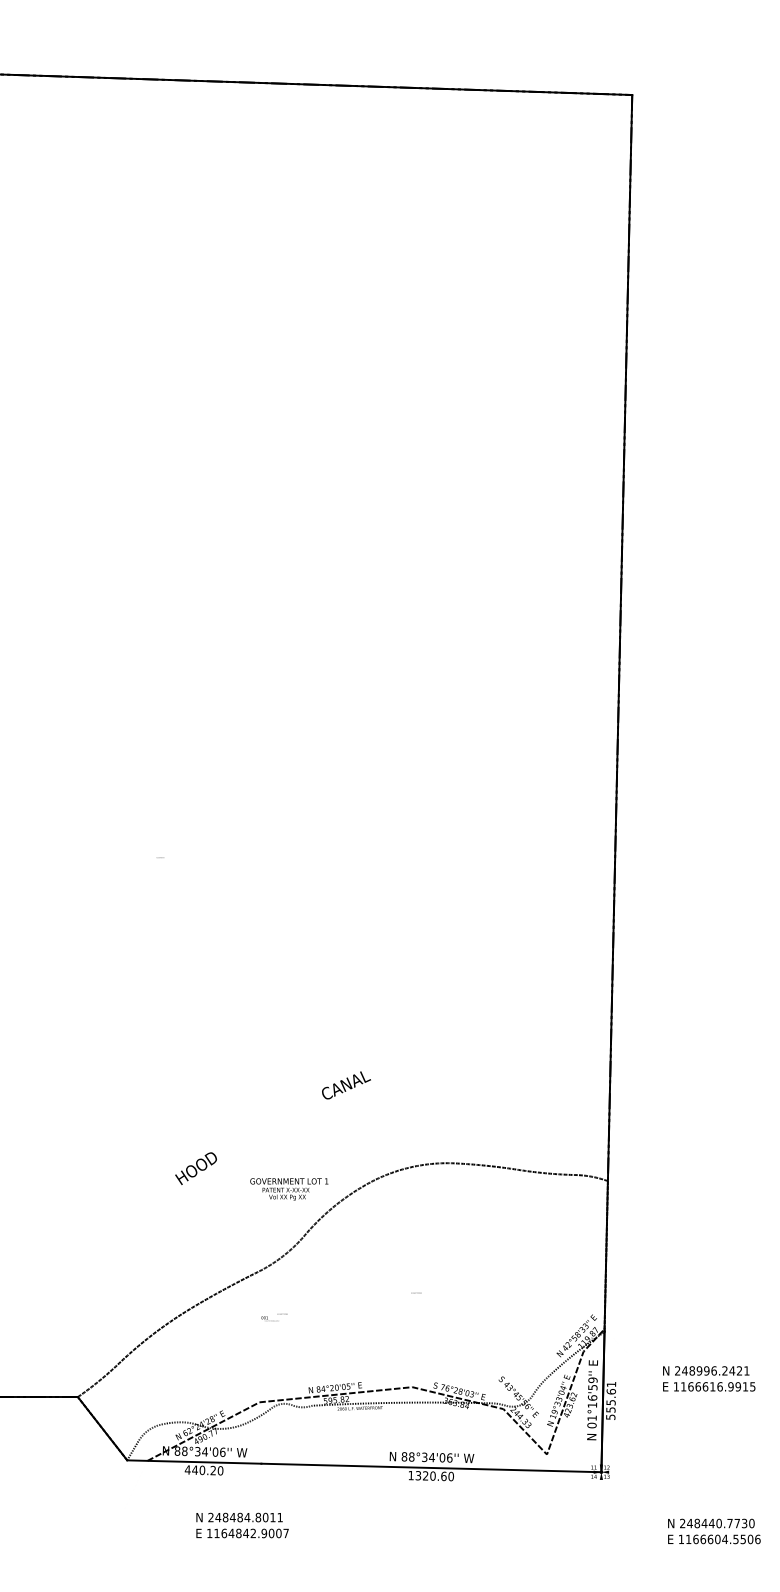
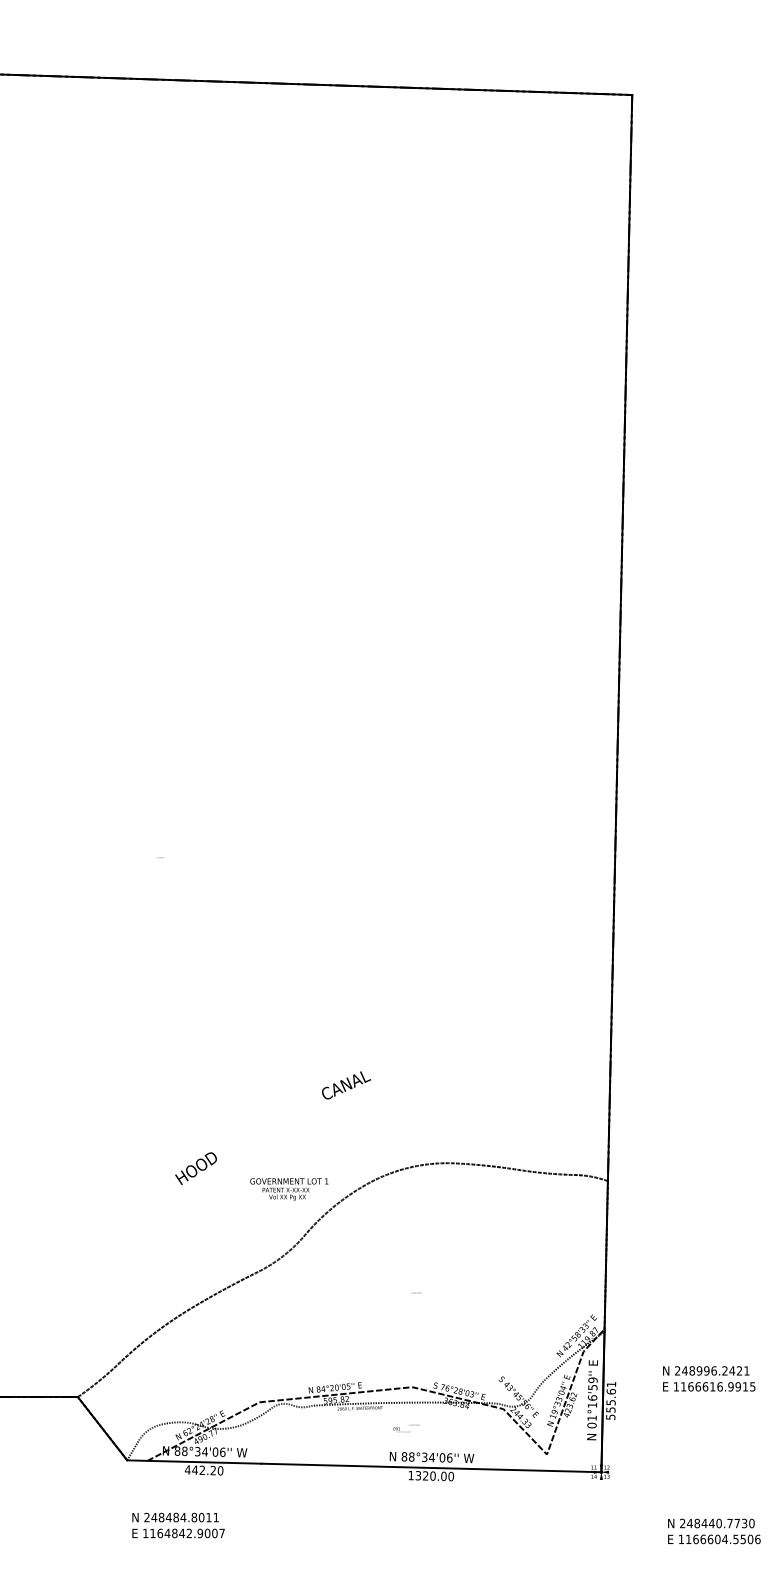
text at (274, 1317) position: (274, 1317) -> (406, 1428)
text at (202, 1470): 440.20 -> 442.20
text at (443, 1475): 1320.60 -> 1320.00
text at (242, 1525) position: (242, 1525) -> (178, 1525)
